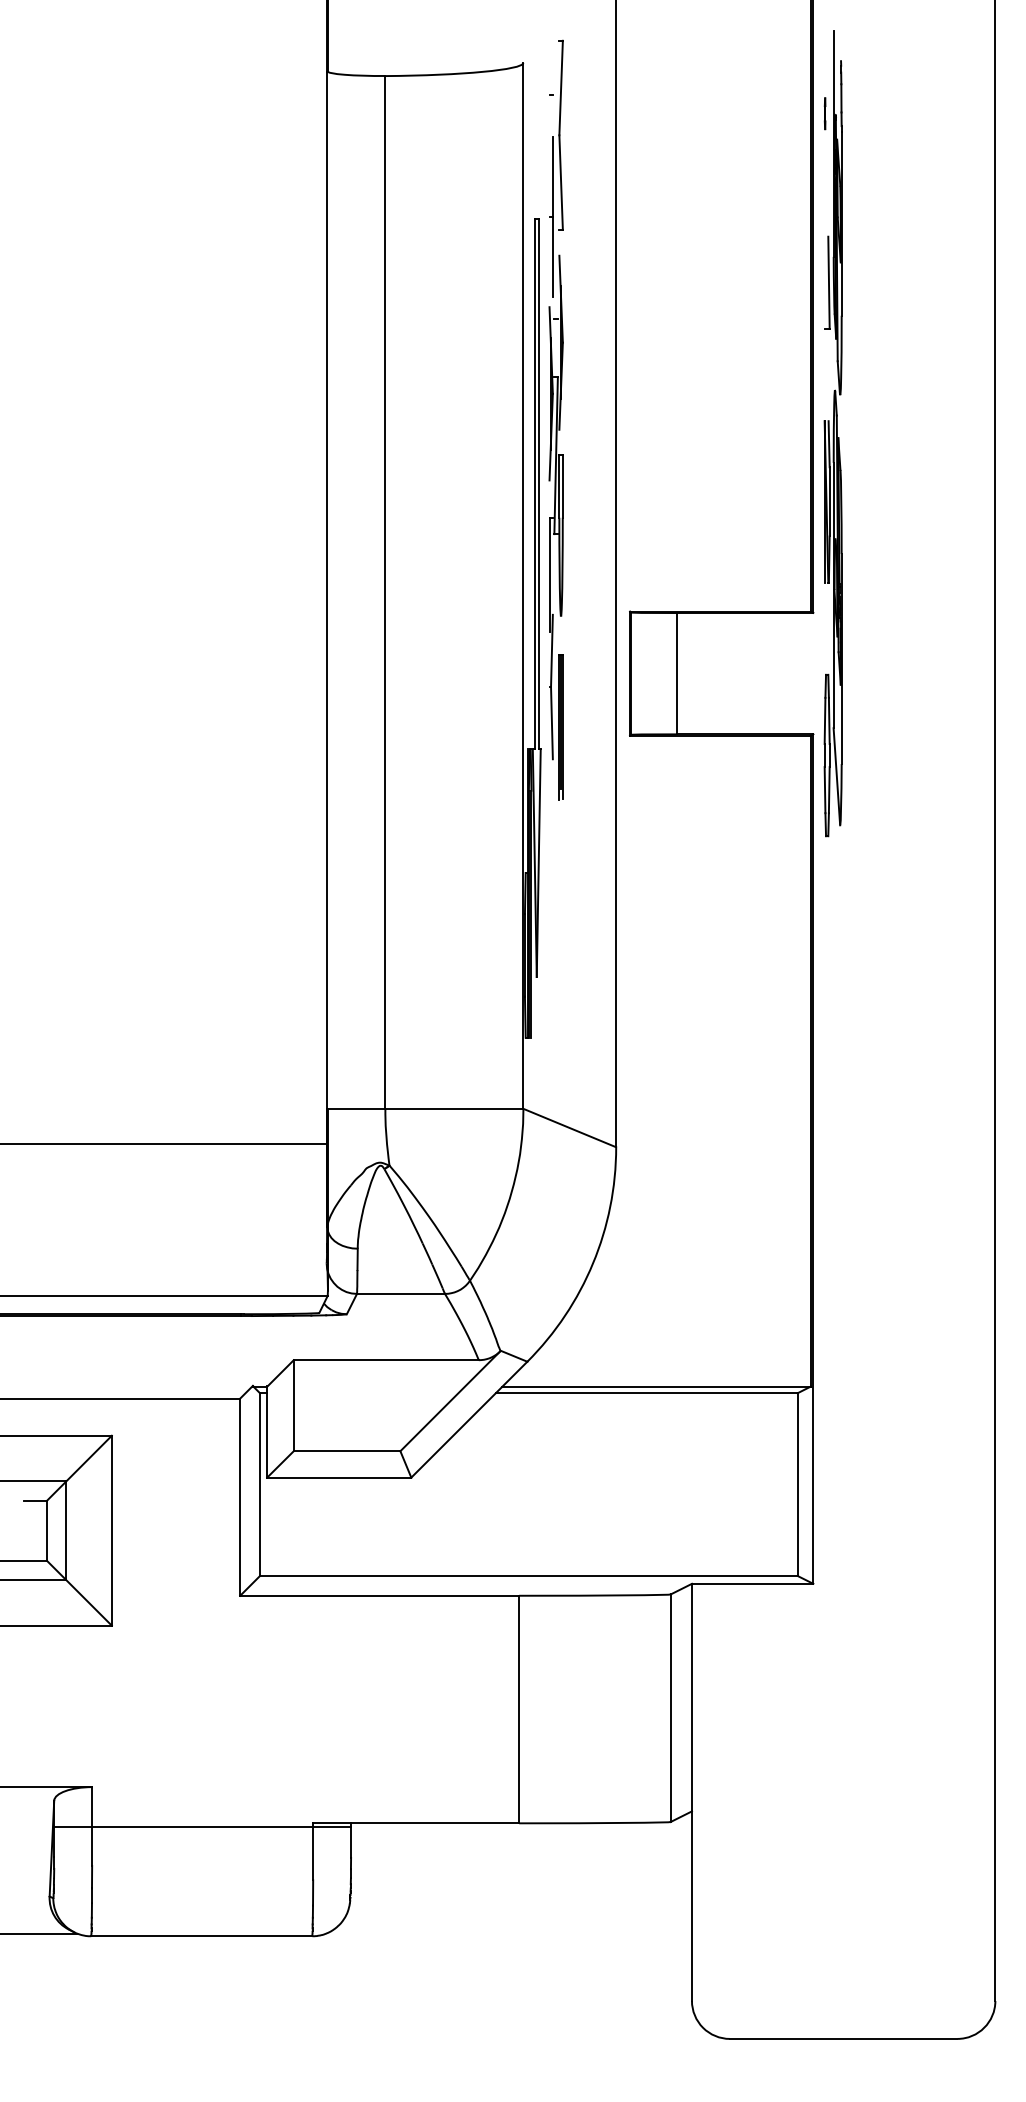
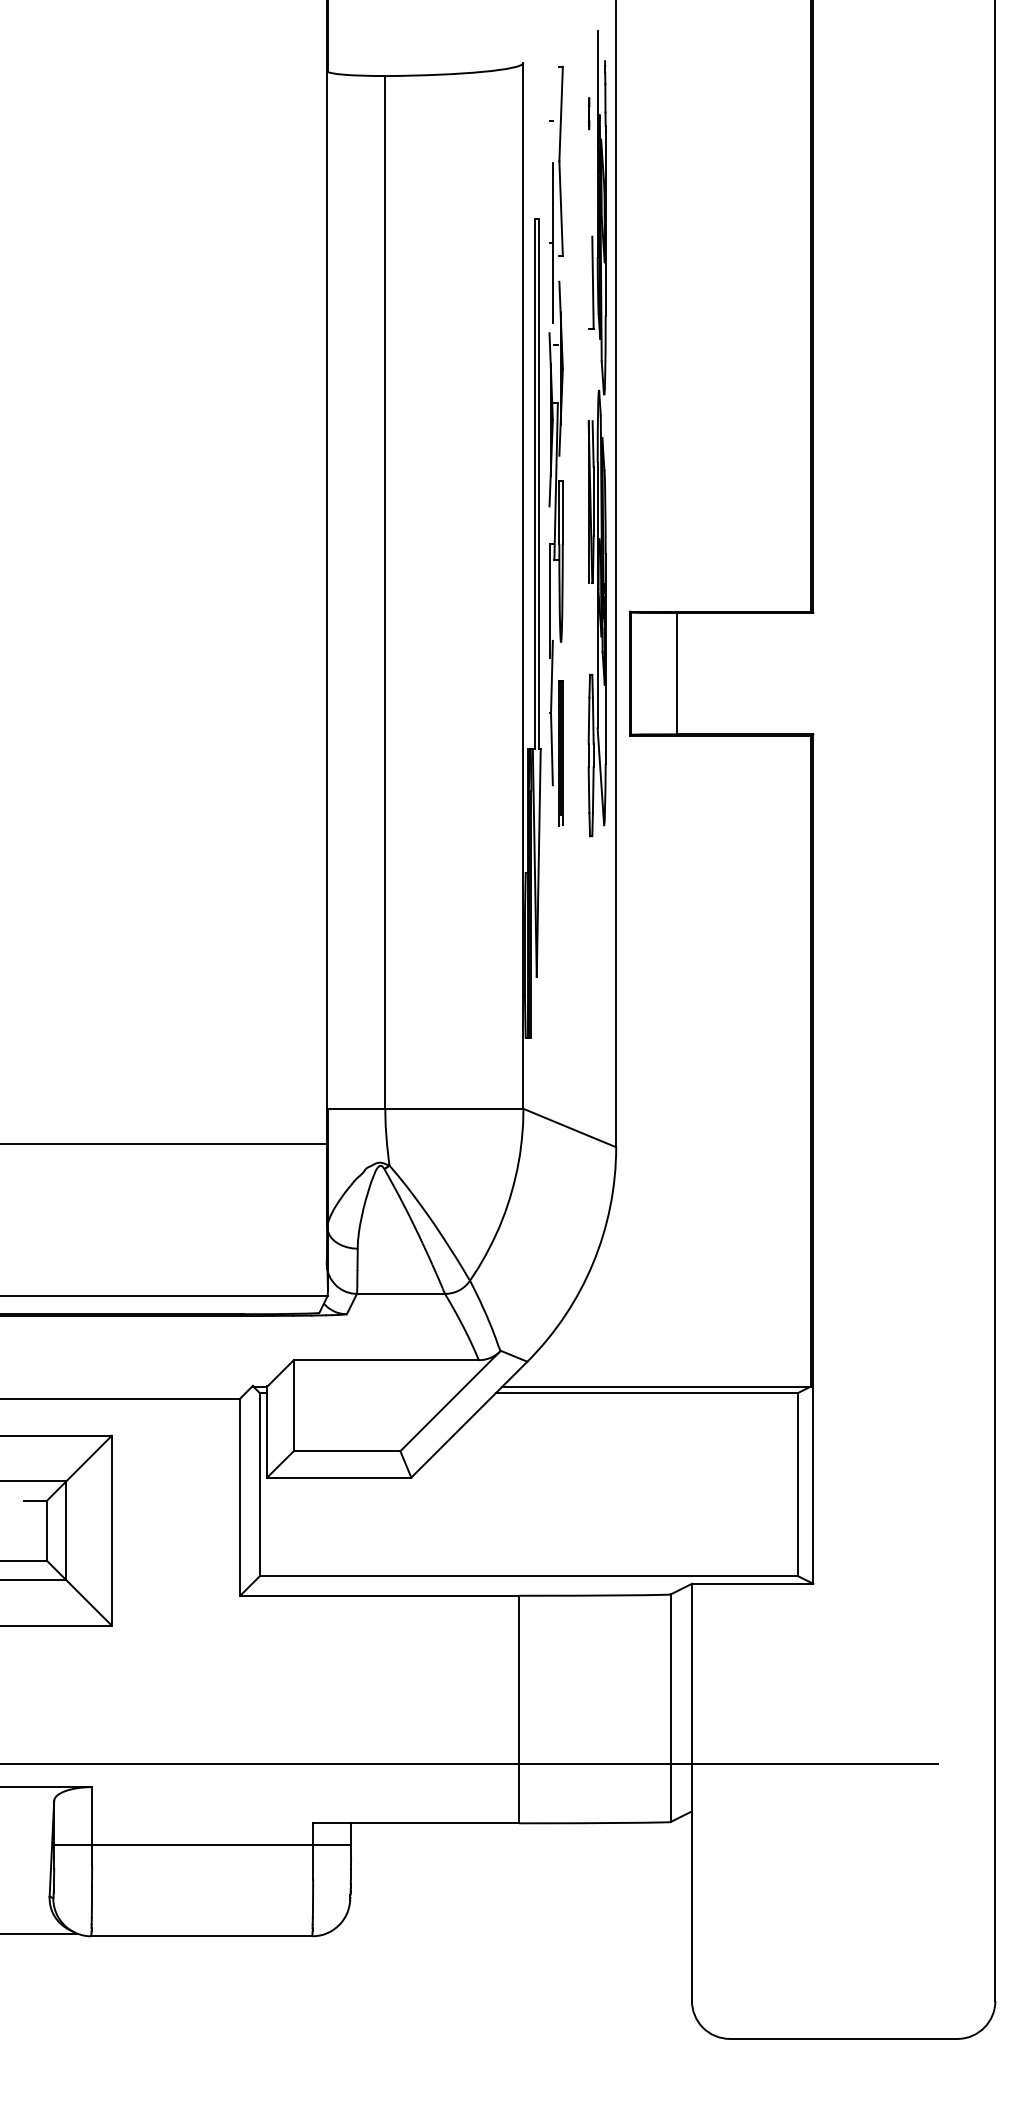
part at (555, 419) position: (555, 419) -> (555, 445)
part at (832, 433) position: (832, 433) -> (596, 433)
line at (470, 1763): none -> present
line at (202, 1827) position: (202, 1827) -> (202, 1845)
